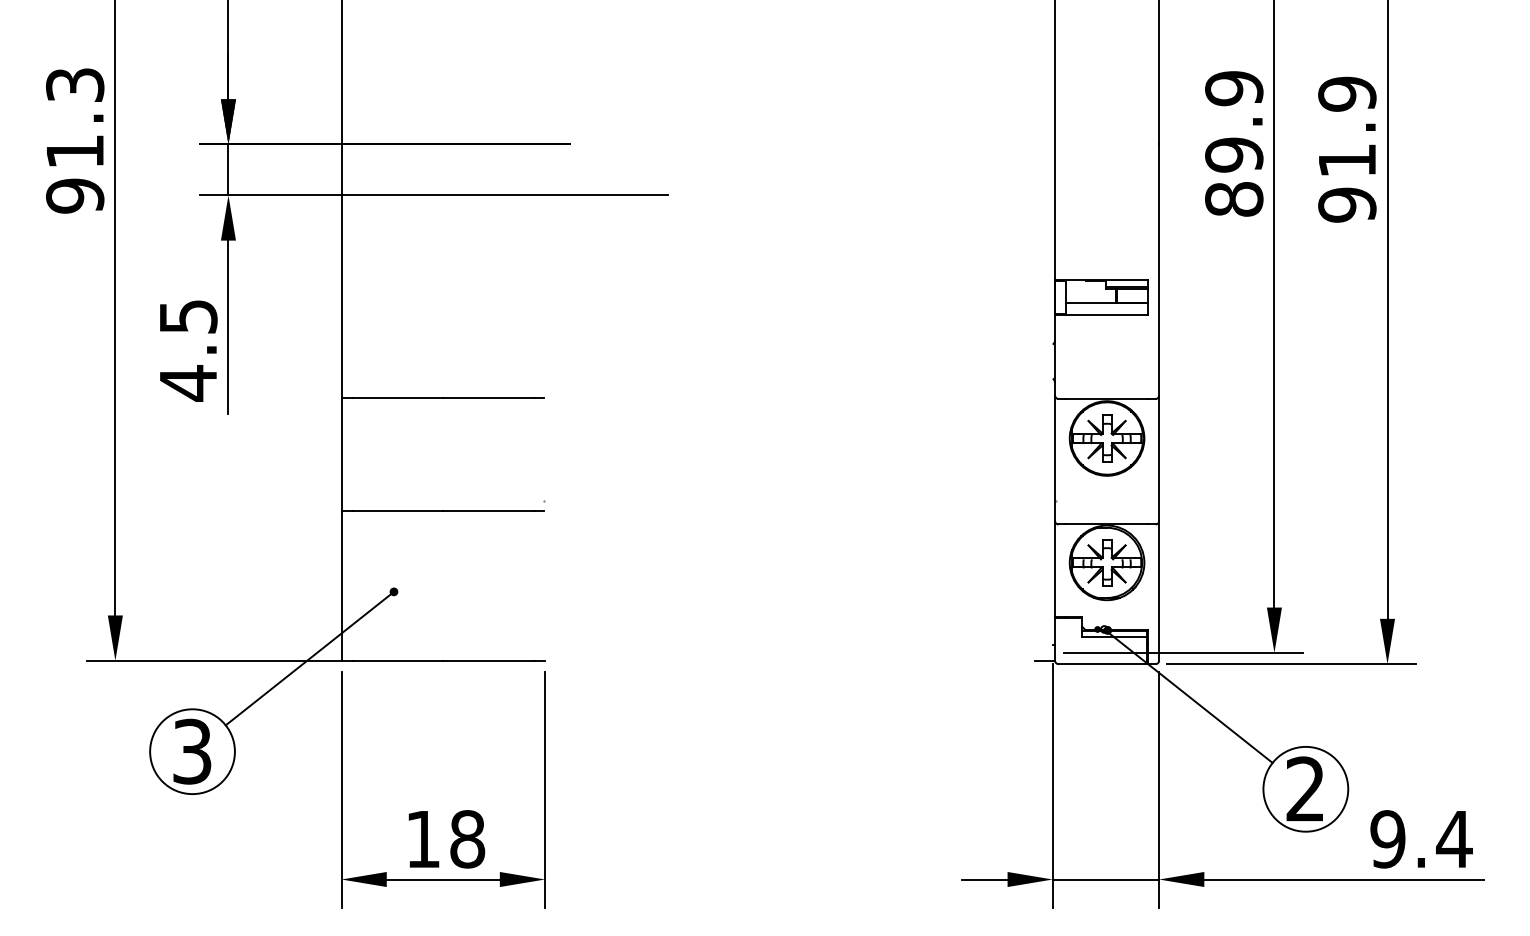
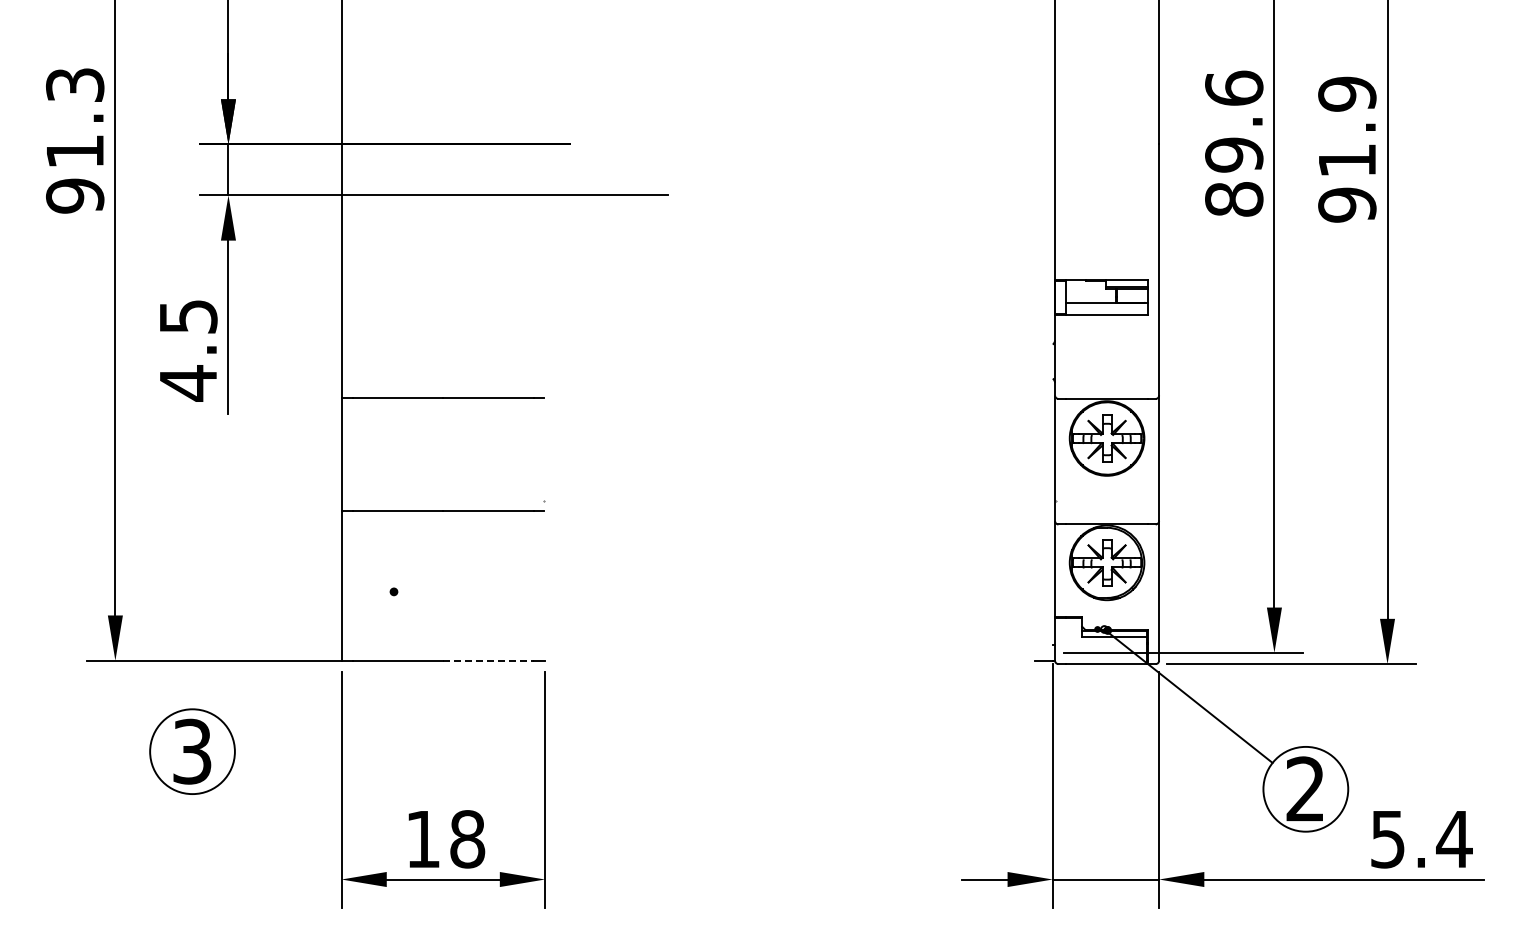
text at (1234, 88): 89.9 -> 89.6
line at (309, 658): present -> none
line at (489, 660): solid -> dashed
text at (1387, 839): 9.4 -> 5.4
